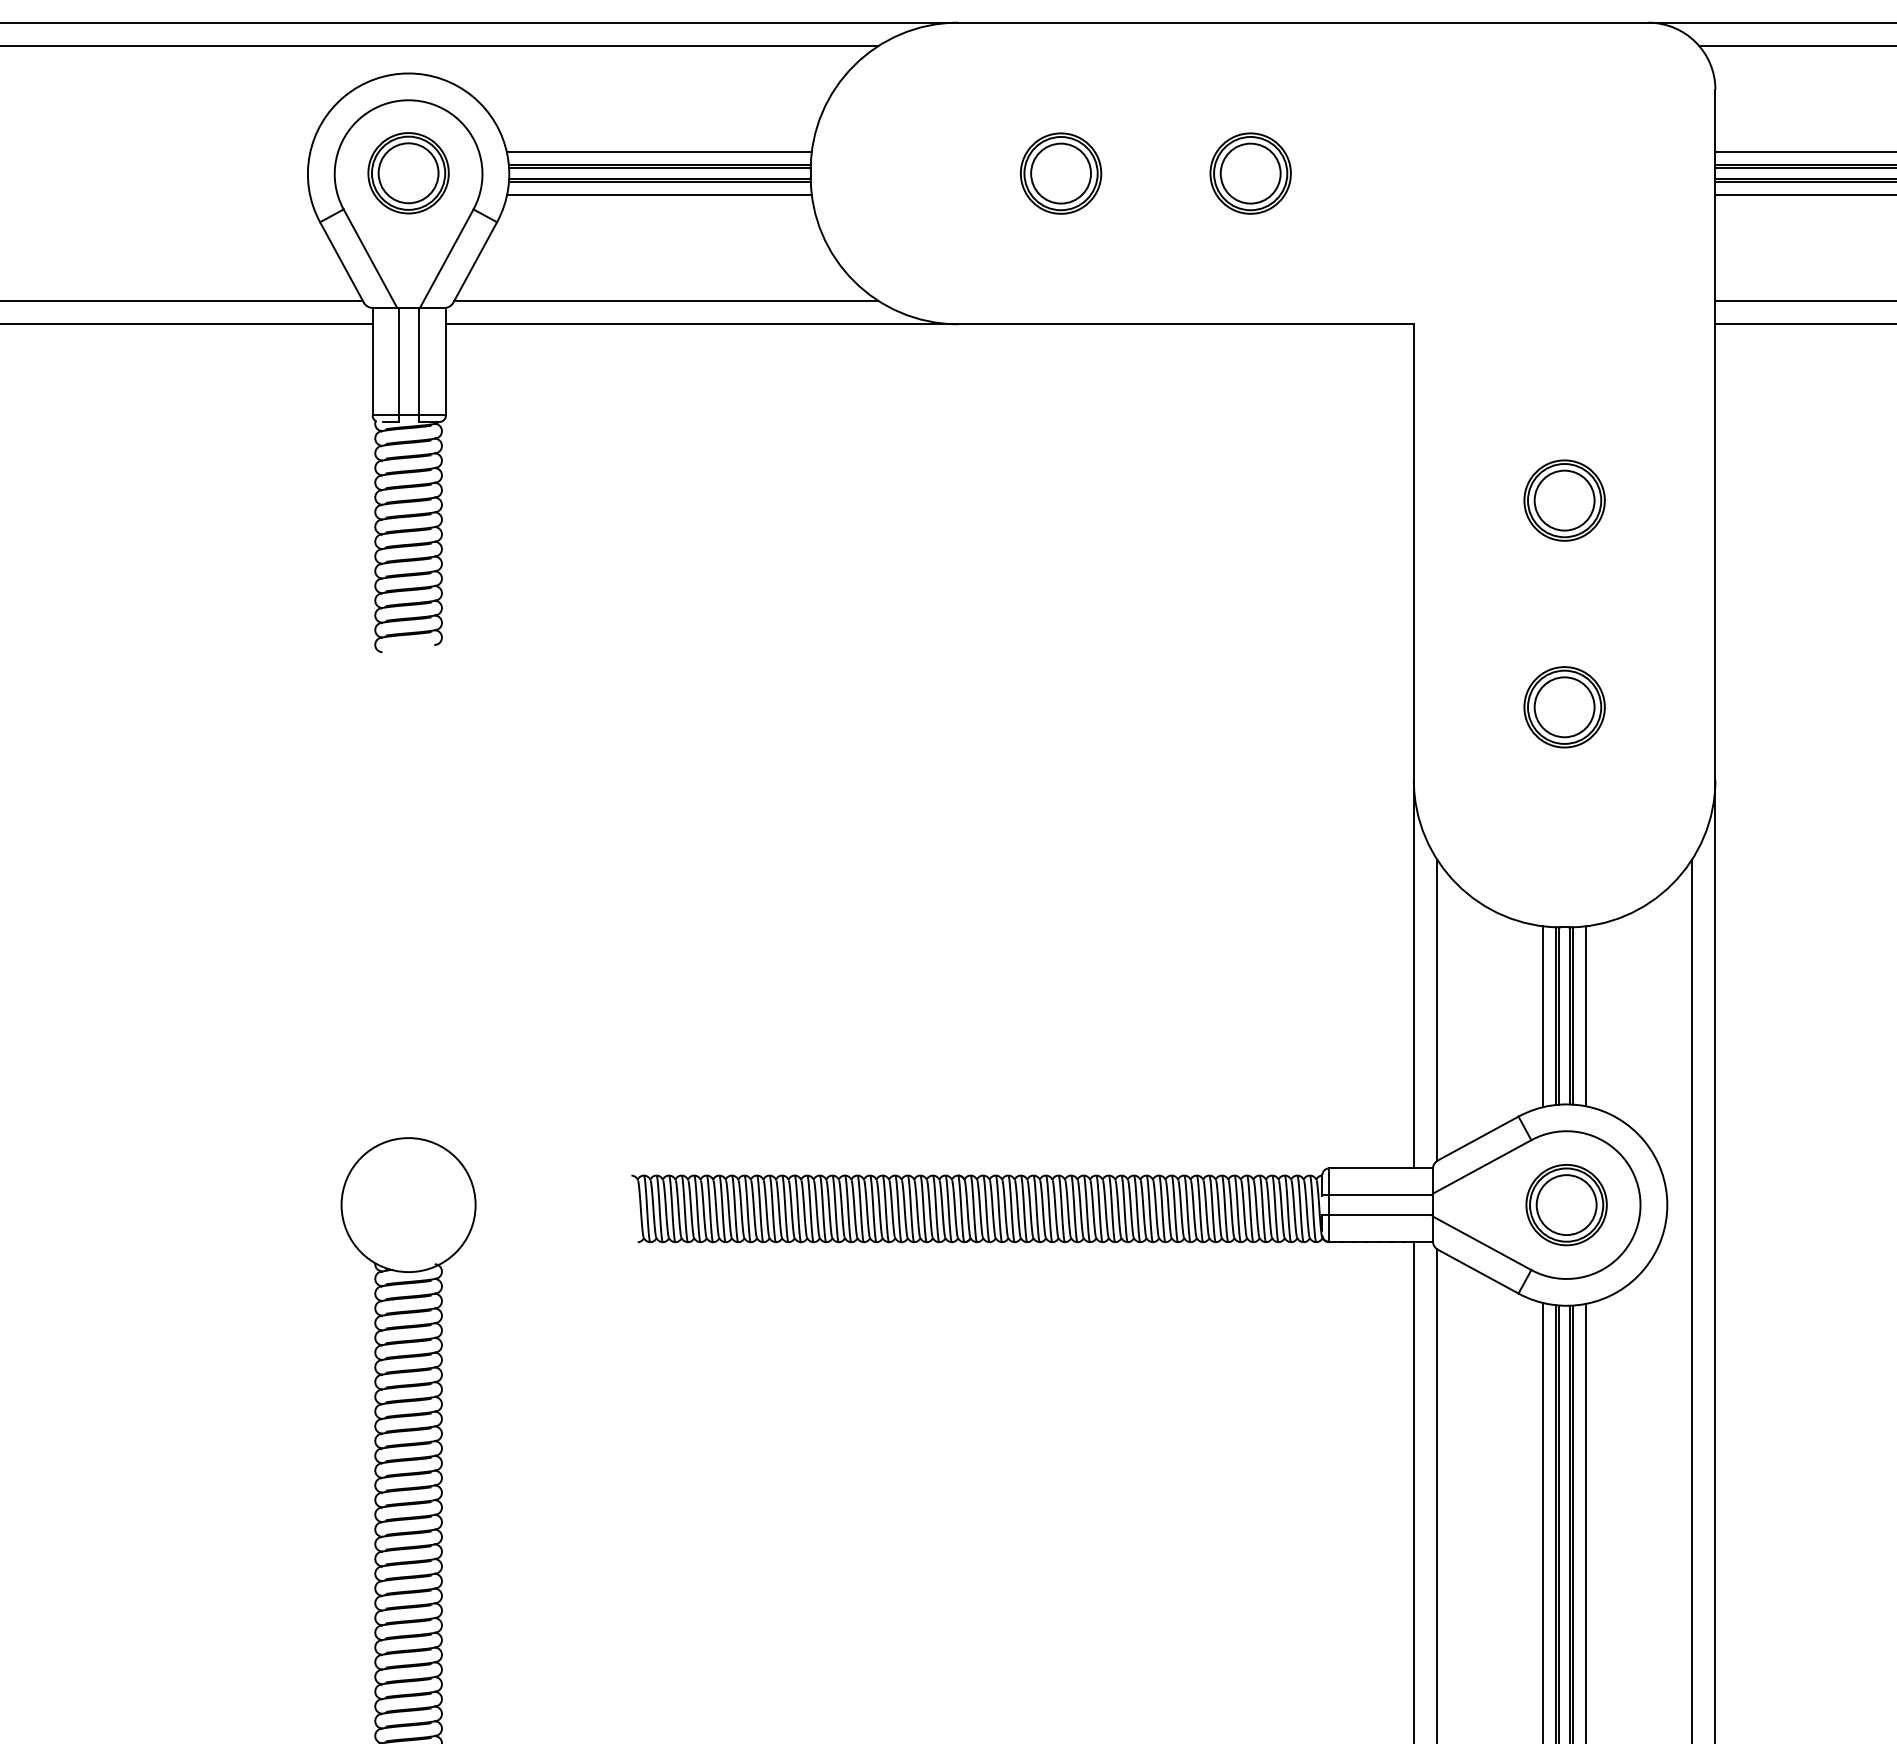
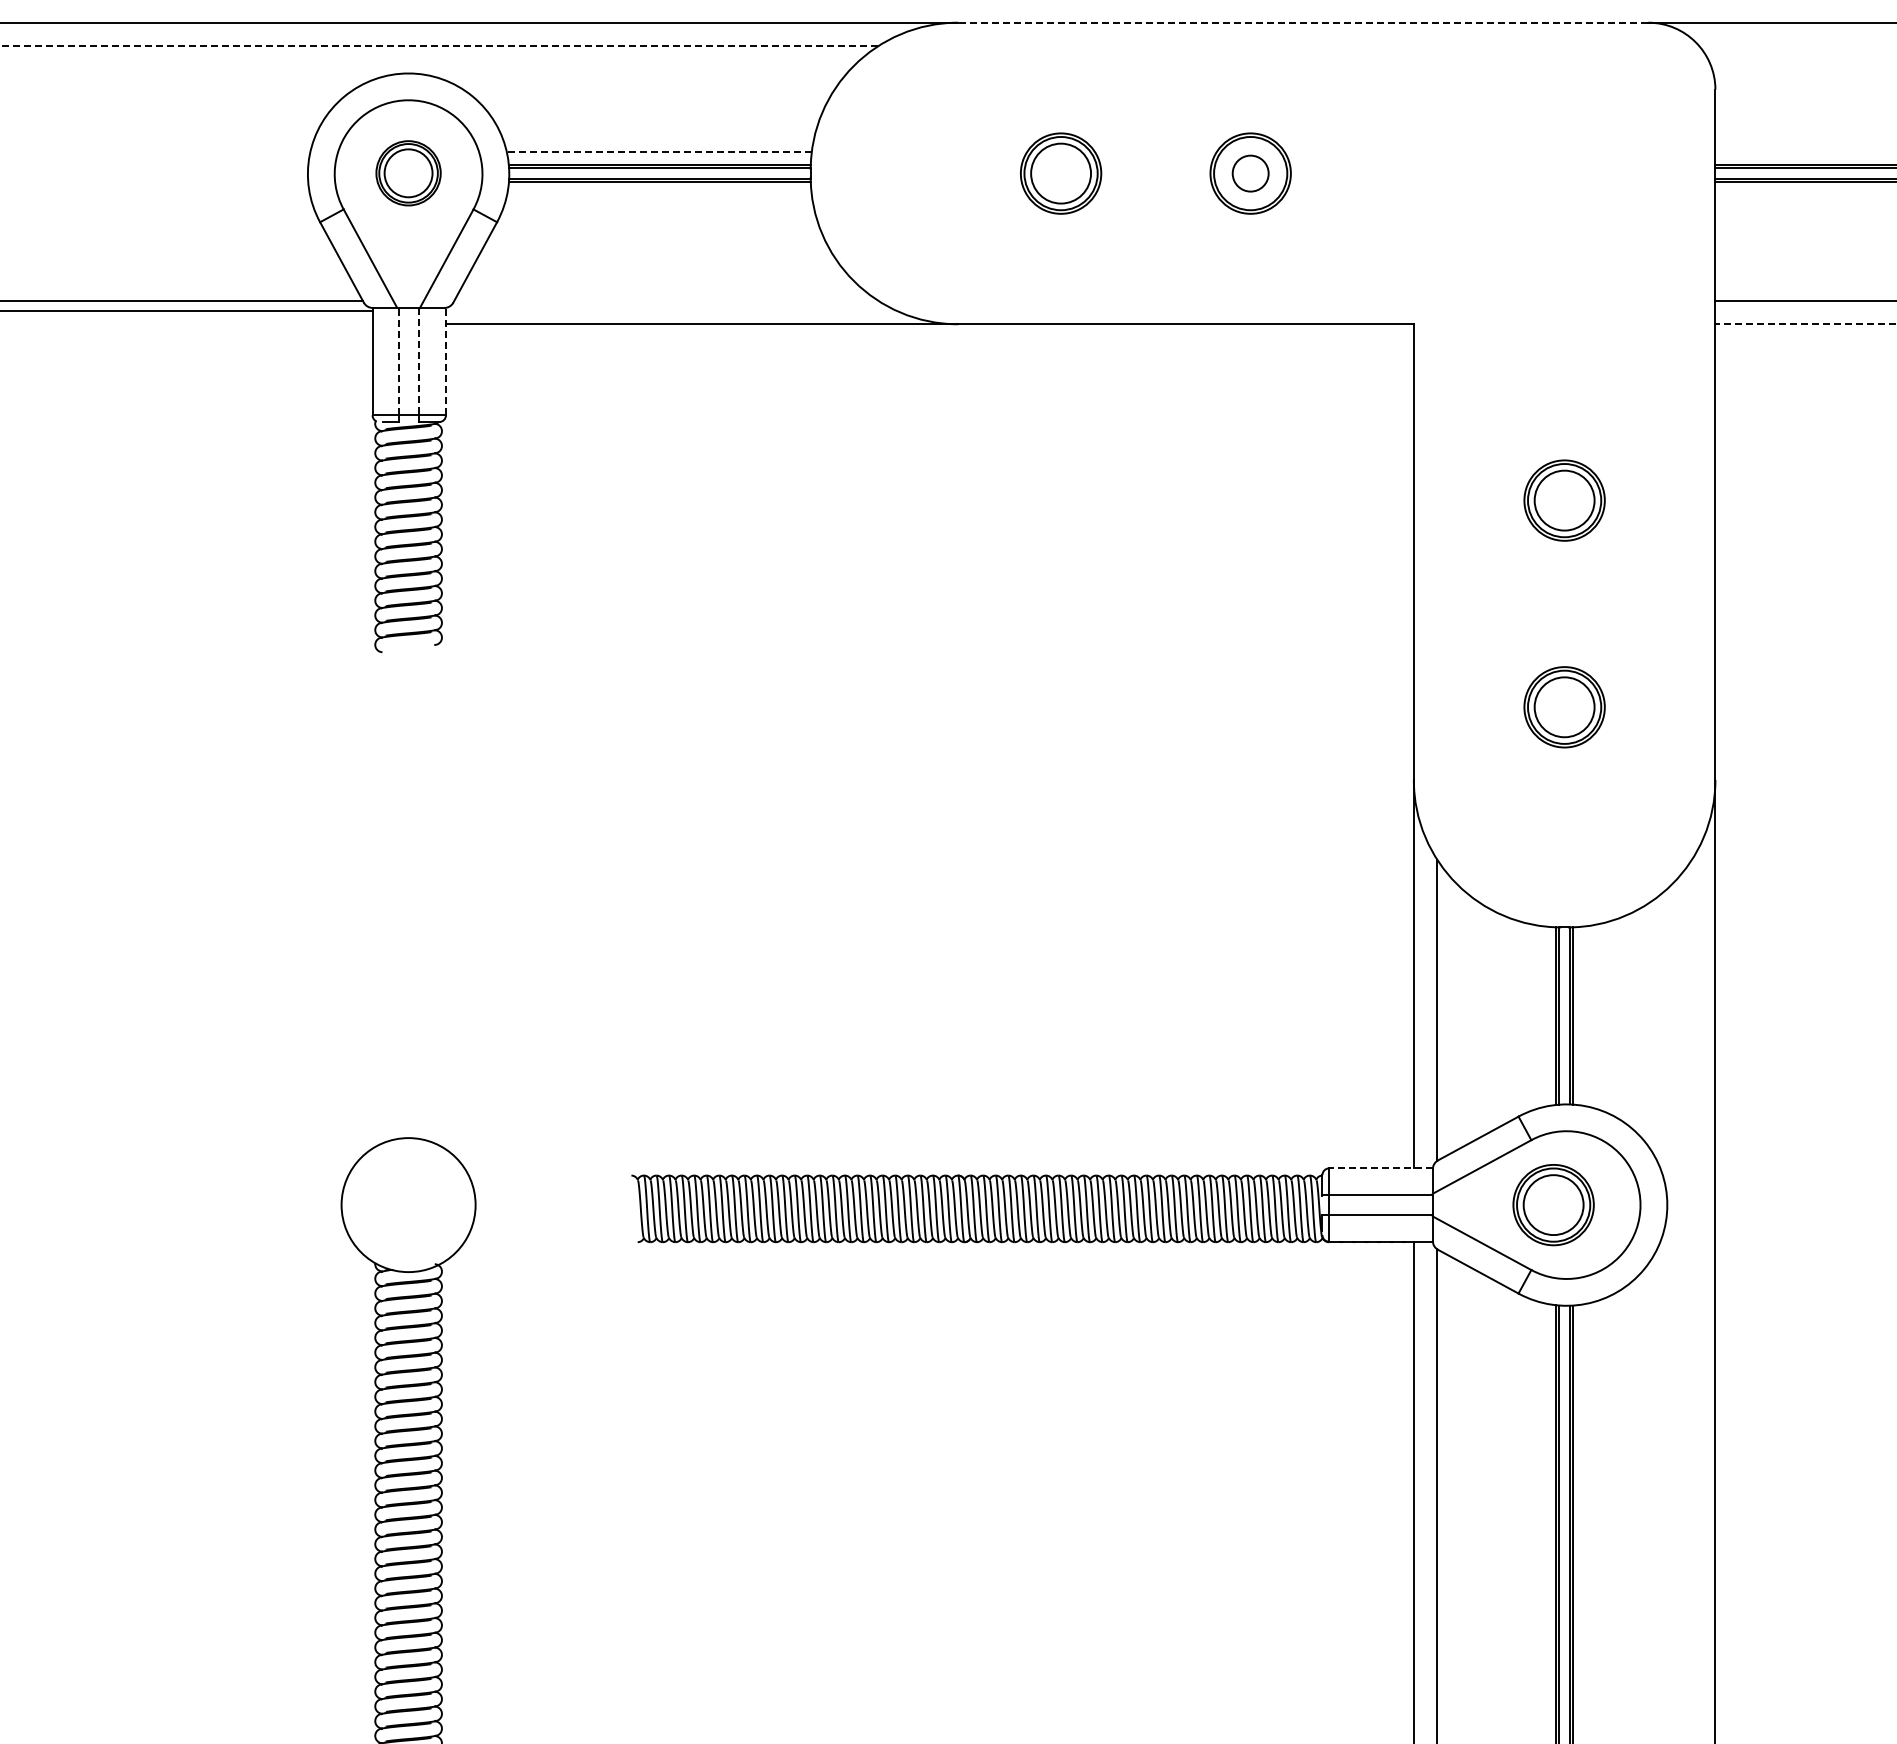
line at (1302, 22): solid -> dashed
line at (439, 46): solid -> dashed
line at (1796, 46): present -> none
line at (658, 152): solid -> dashed
line at (1804, 152): present -> none
part at (408, 173) size: 83x83 px -> 67x67 px
circle at (1250, 173) diameter: 60 px -> 36 px
line at (659, 194): present -> none
line at (1804, 194): present -> none
line at (666, 300): present -> none
line at (187, 324) position: (187, 324) -> (187, 311)
line at (1805, 324): solid -> dashed
line at (399, 361): solid -> dashed
line at (419, 361): solid -> dashed
line at (445, 361): solid -> dashed
line at (1543, 1016): present -> none
line at (1586, 1016): present -> none
line at (1381, 1168): solid -> dashed
part at (1566, 1205) position: (1566, 1205) -> (1553, 1205)
line at (1691, 1299): present -> none
line at (1543, 1521): present -> none
line at (1586, 1521): present -> none
